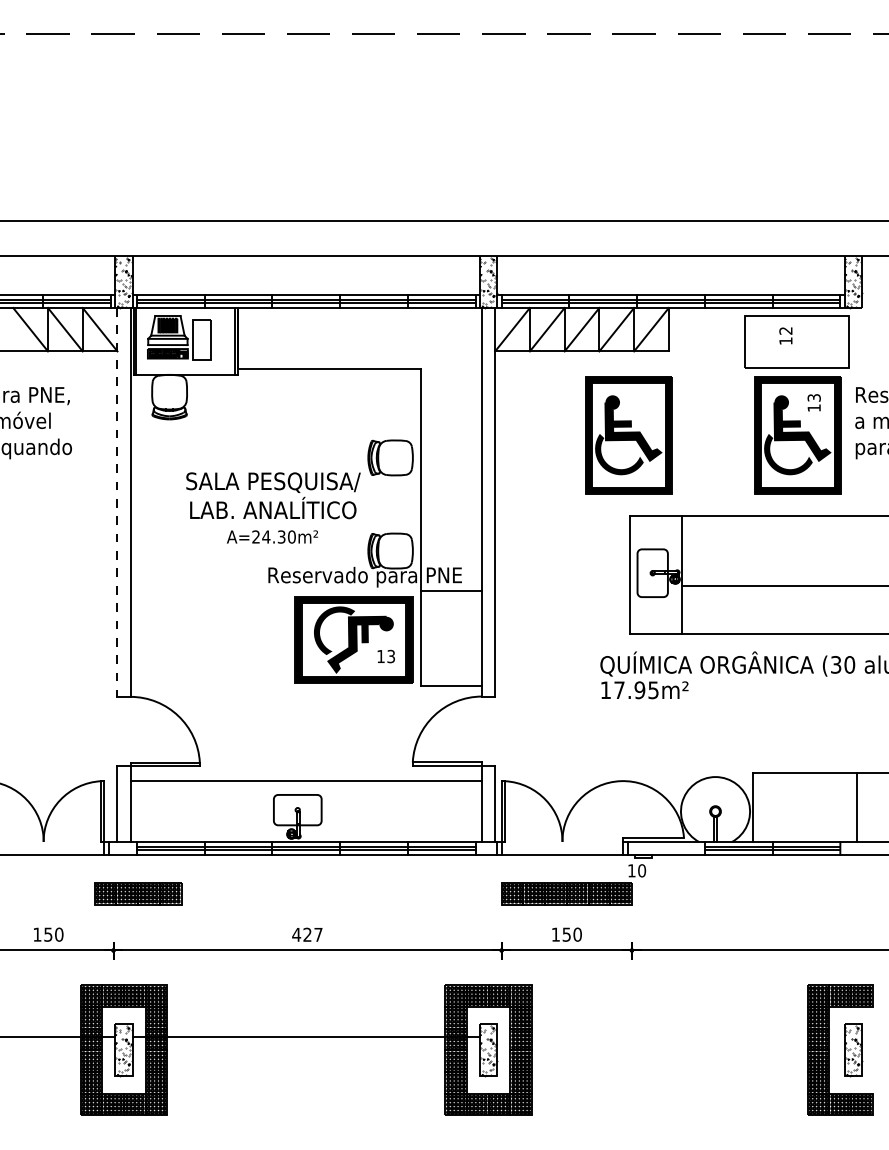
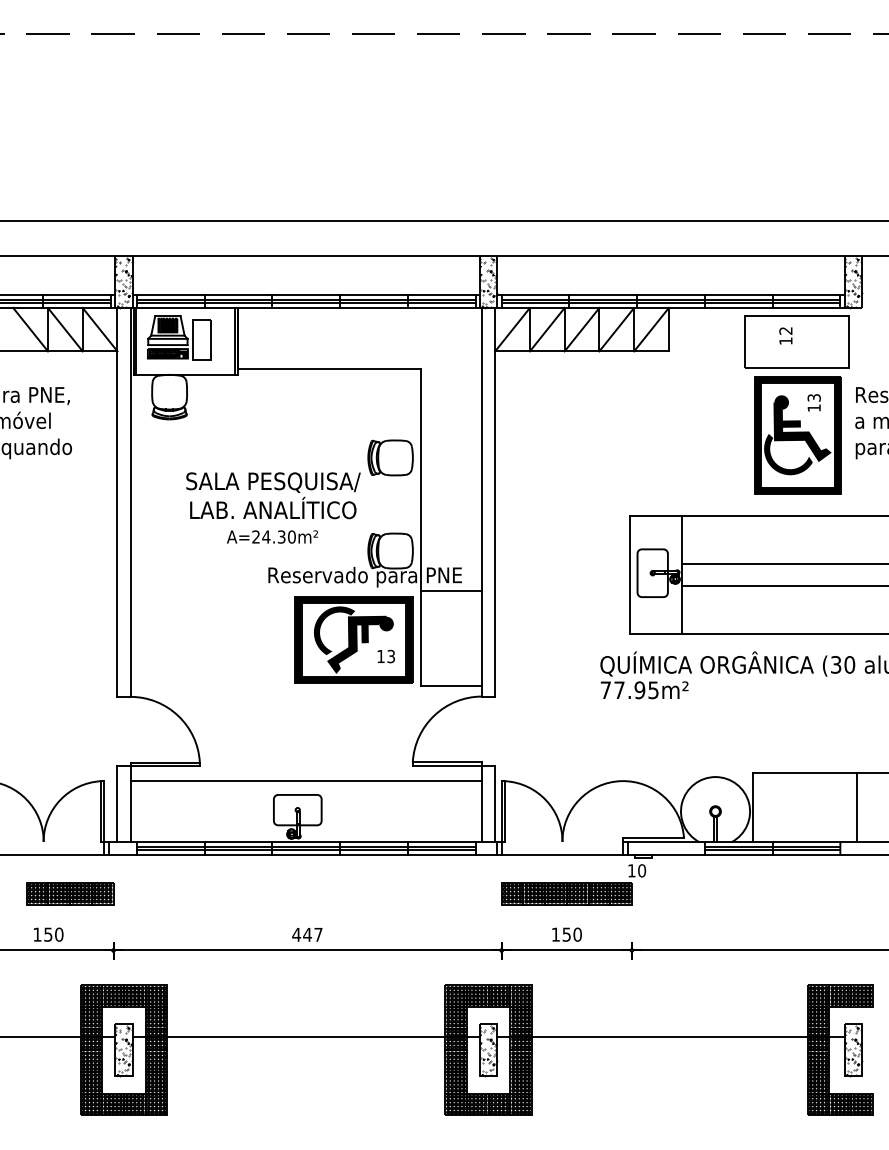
part at (628, 435): present -> none
line at (117, 502): dashed -> solid
line at (783, 564): none -> present
text at (605, 689): 17.95m² -> 77.95m²
part at (138, 893) position: (138, 893) -> (70, 893)
text at (307, 934): 427 -> 447
line at (670, 1037): none -> present
